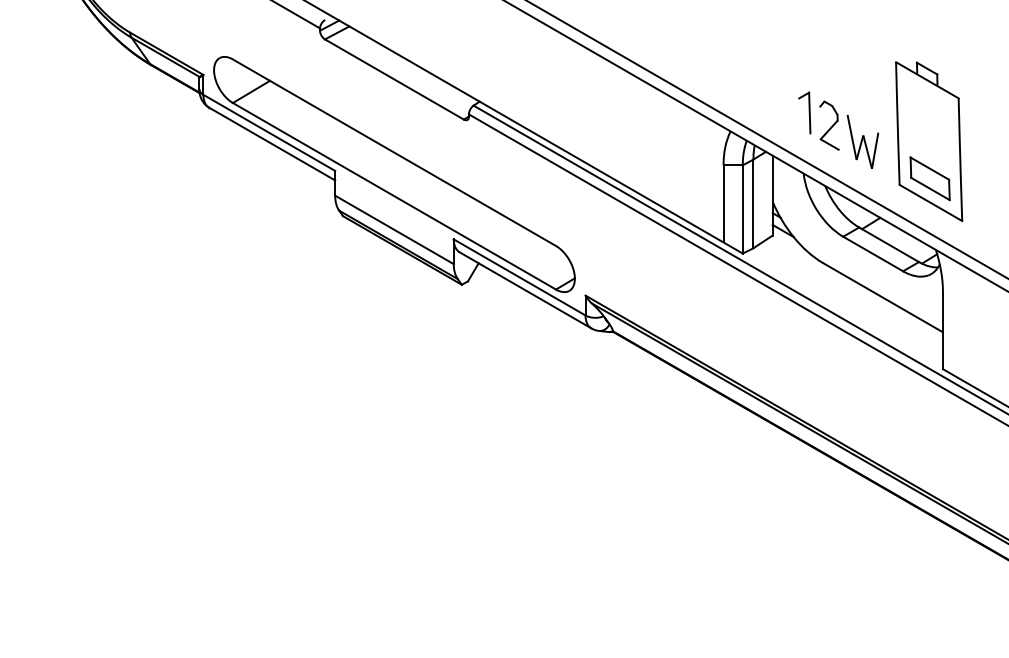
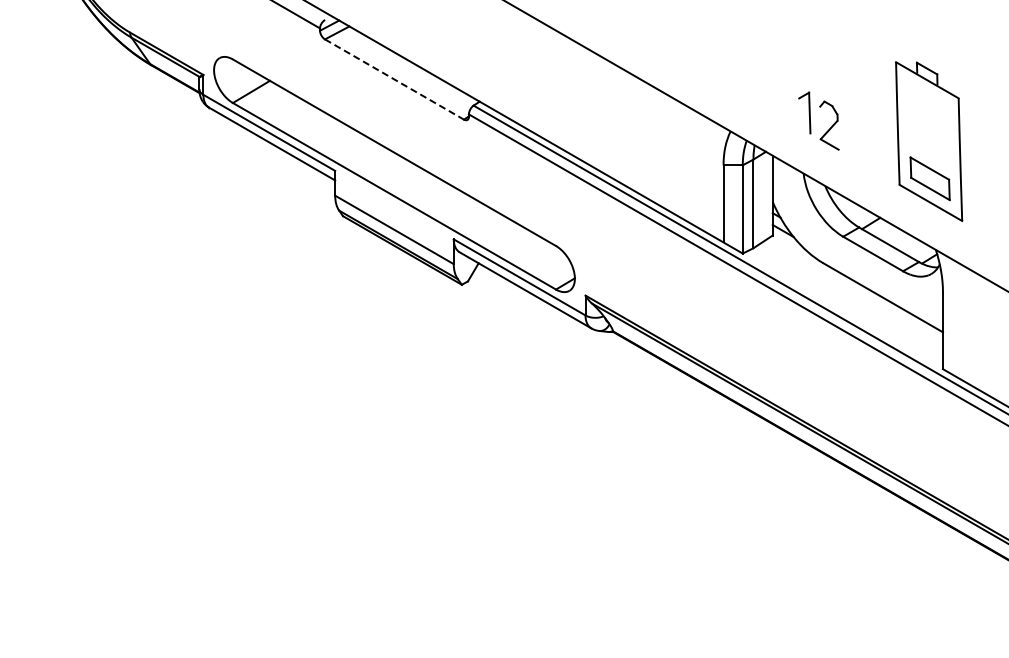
line at (394, 79): solid -> dashed
line at (767, 139): present -> none
part at (862, 141): present -> none
